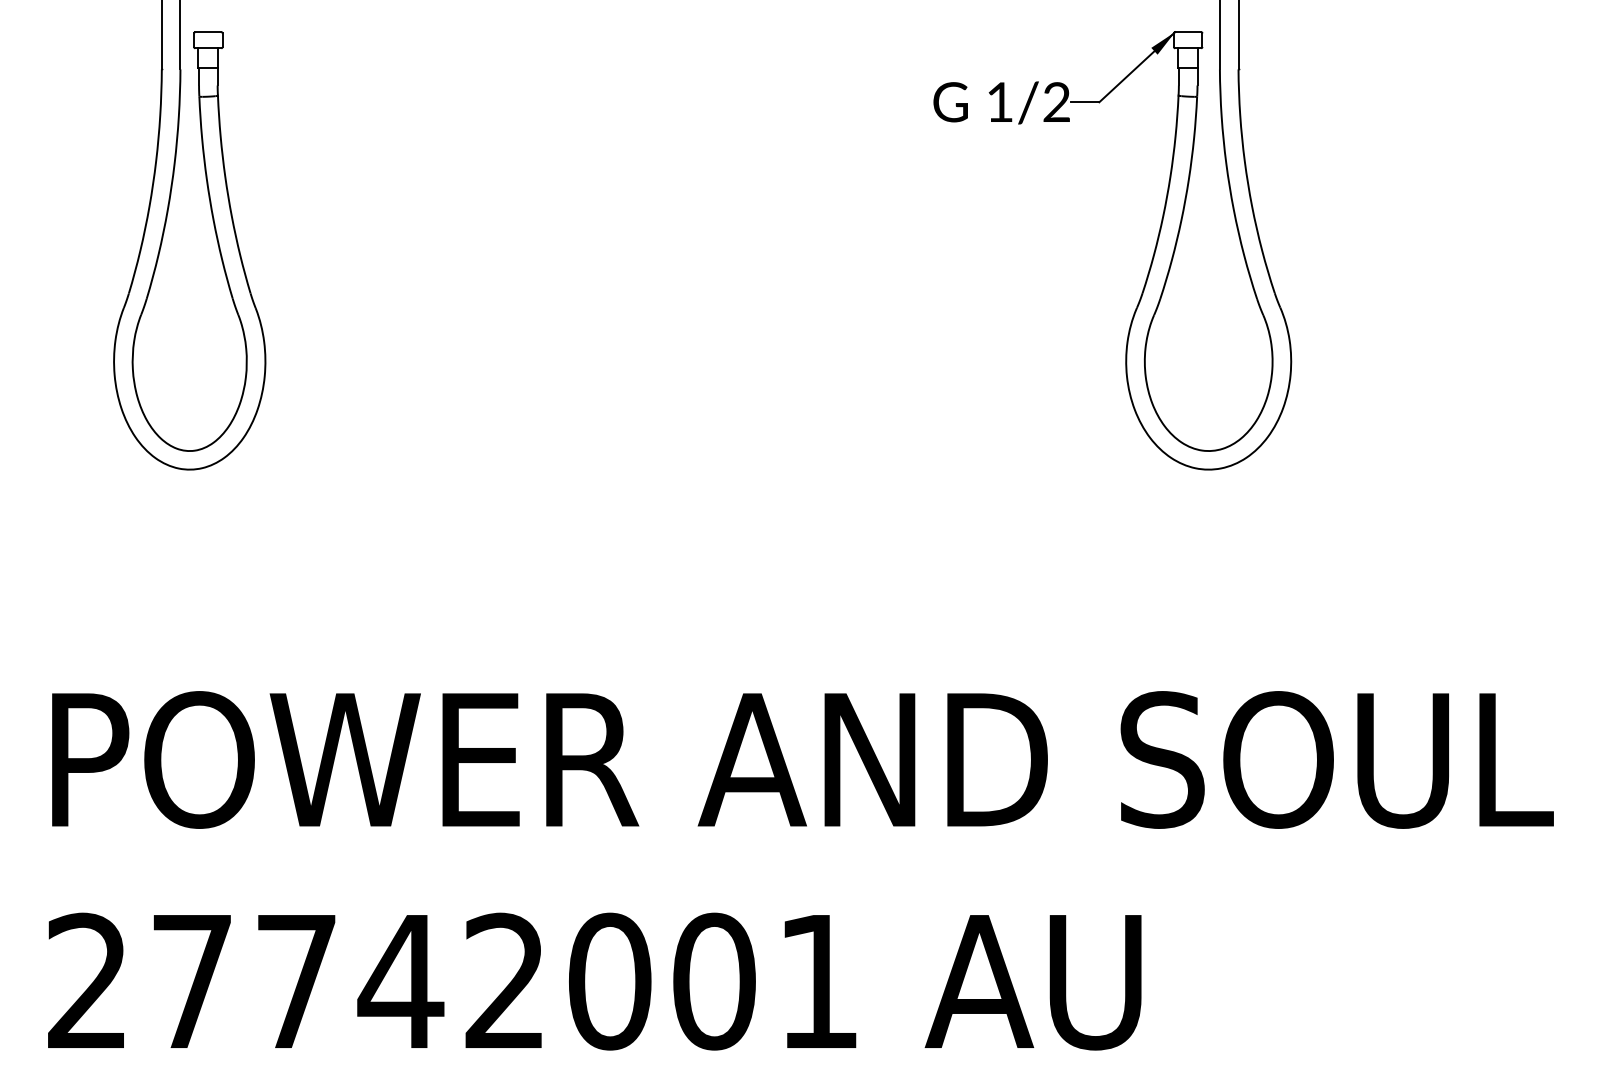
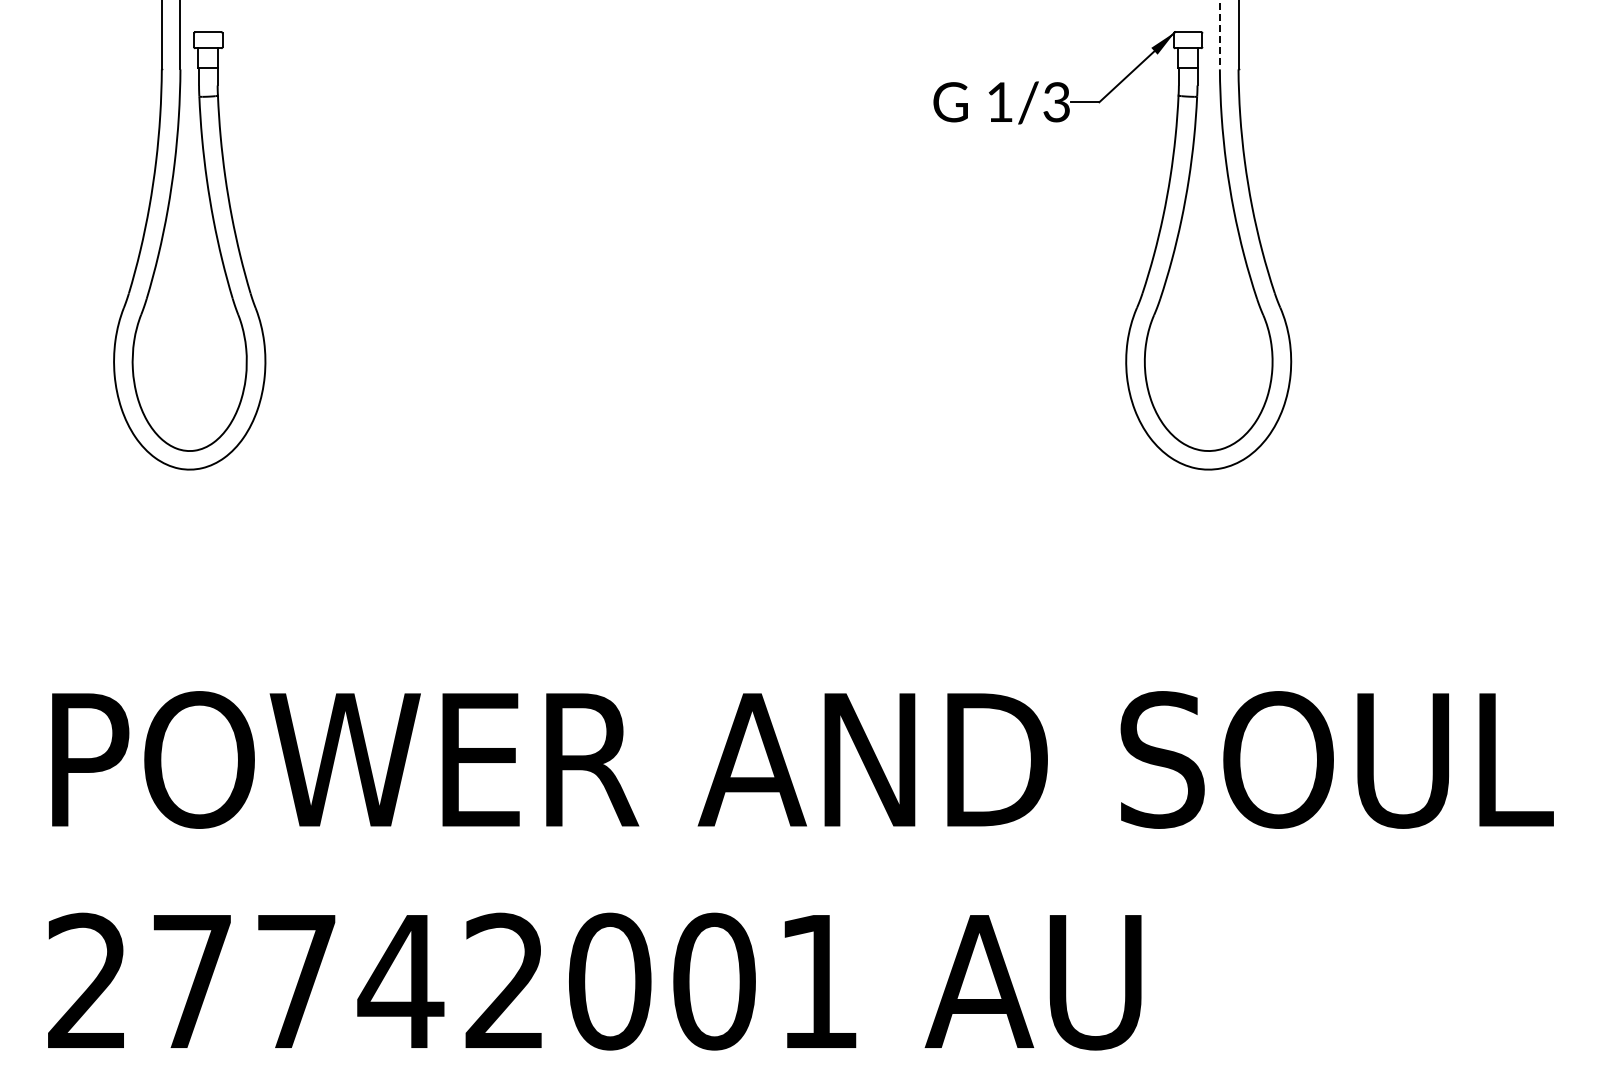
line at (1219, 35): solid -> dashed
text at (1056, 102): 1/2 -> 1/3
